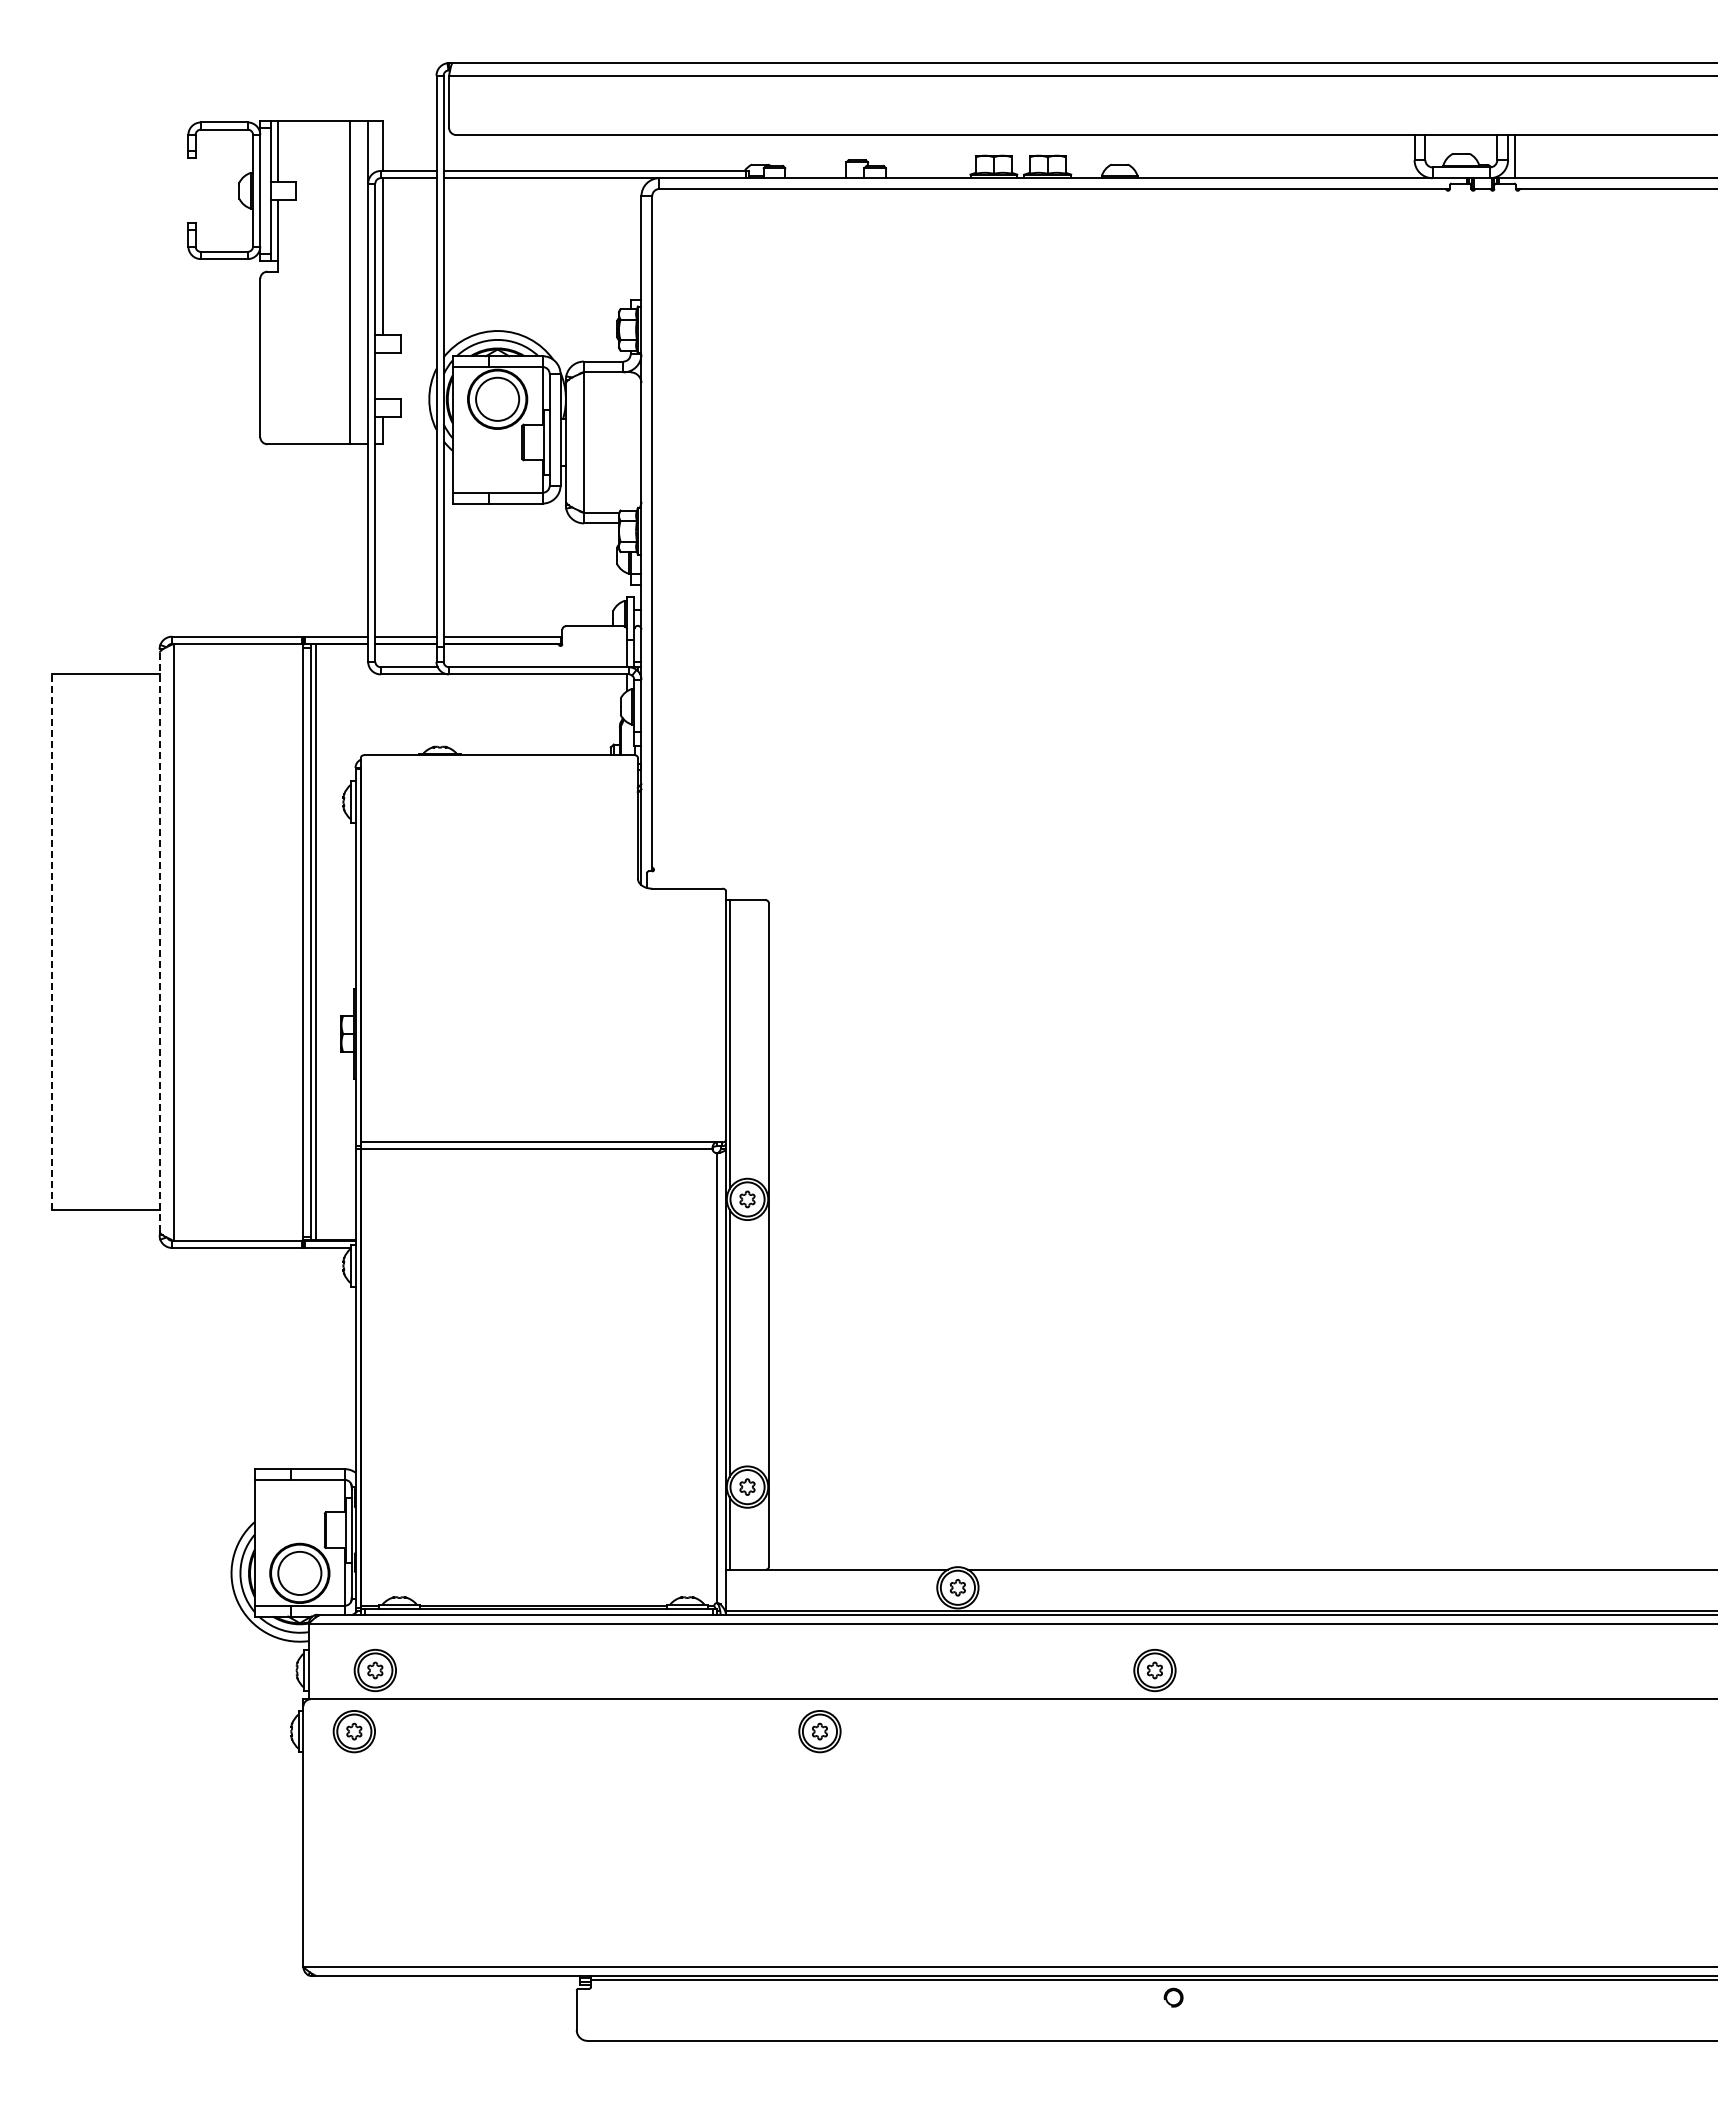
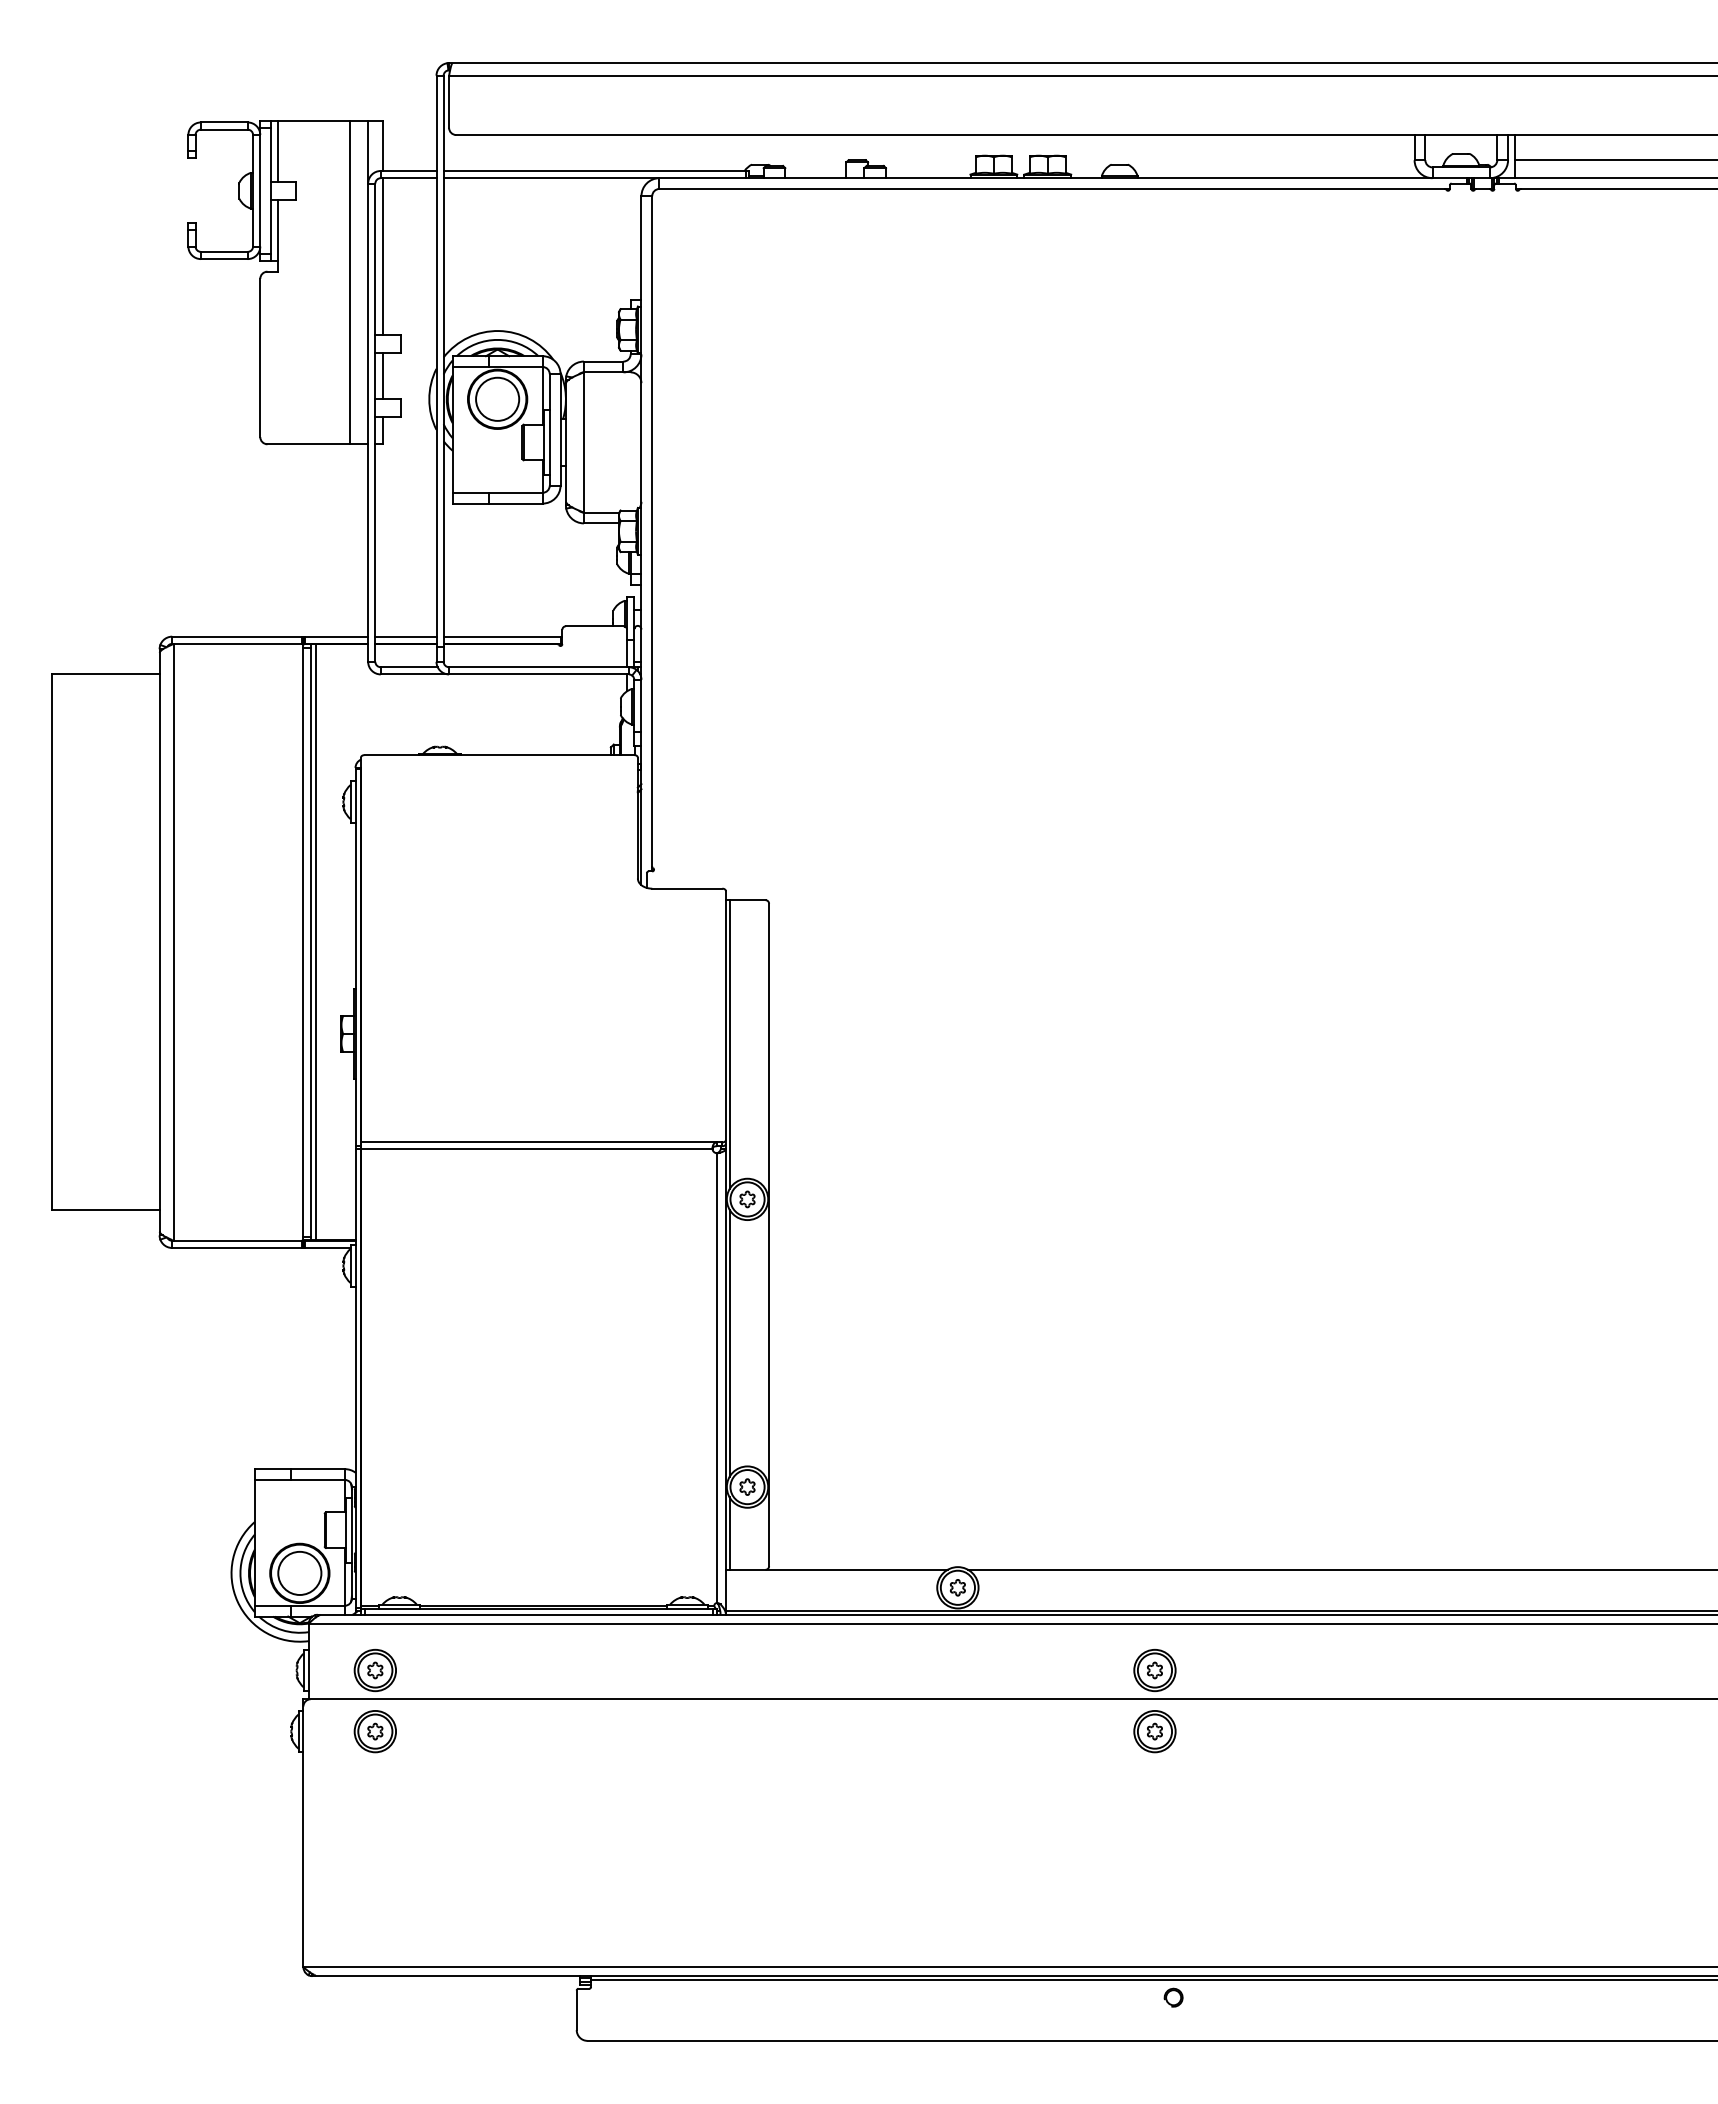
line at (1614, 160): none -> present
line at (382, 375): none -> present
line at (159, 940): dashed -> solid
line at (51, 942): dashed -> solid
part at (353, 1731) position: (353, 1731) -> (374, 1731)
part at (819, 1731) position: (819, 1731) -> (1154, 1731)
